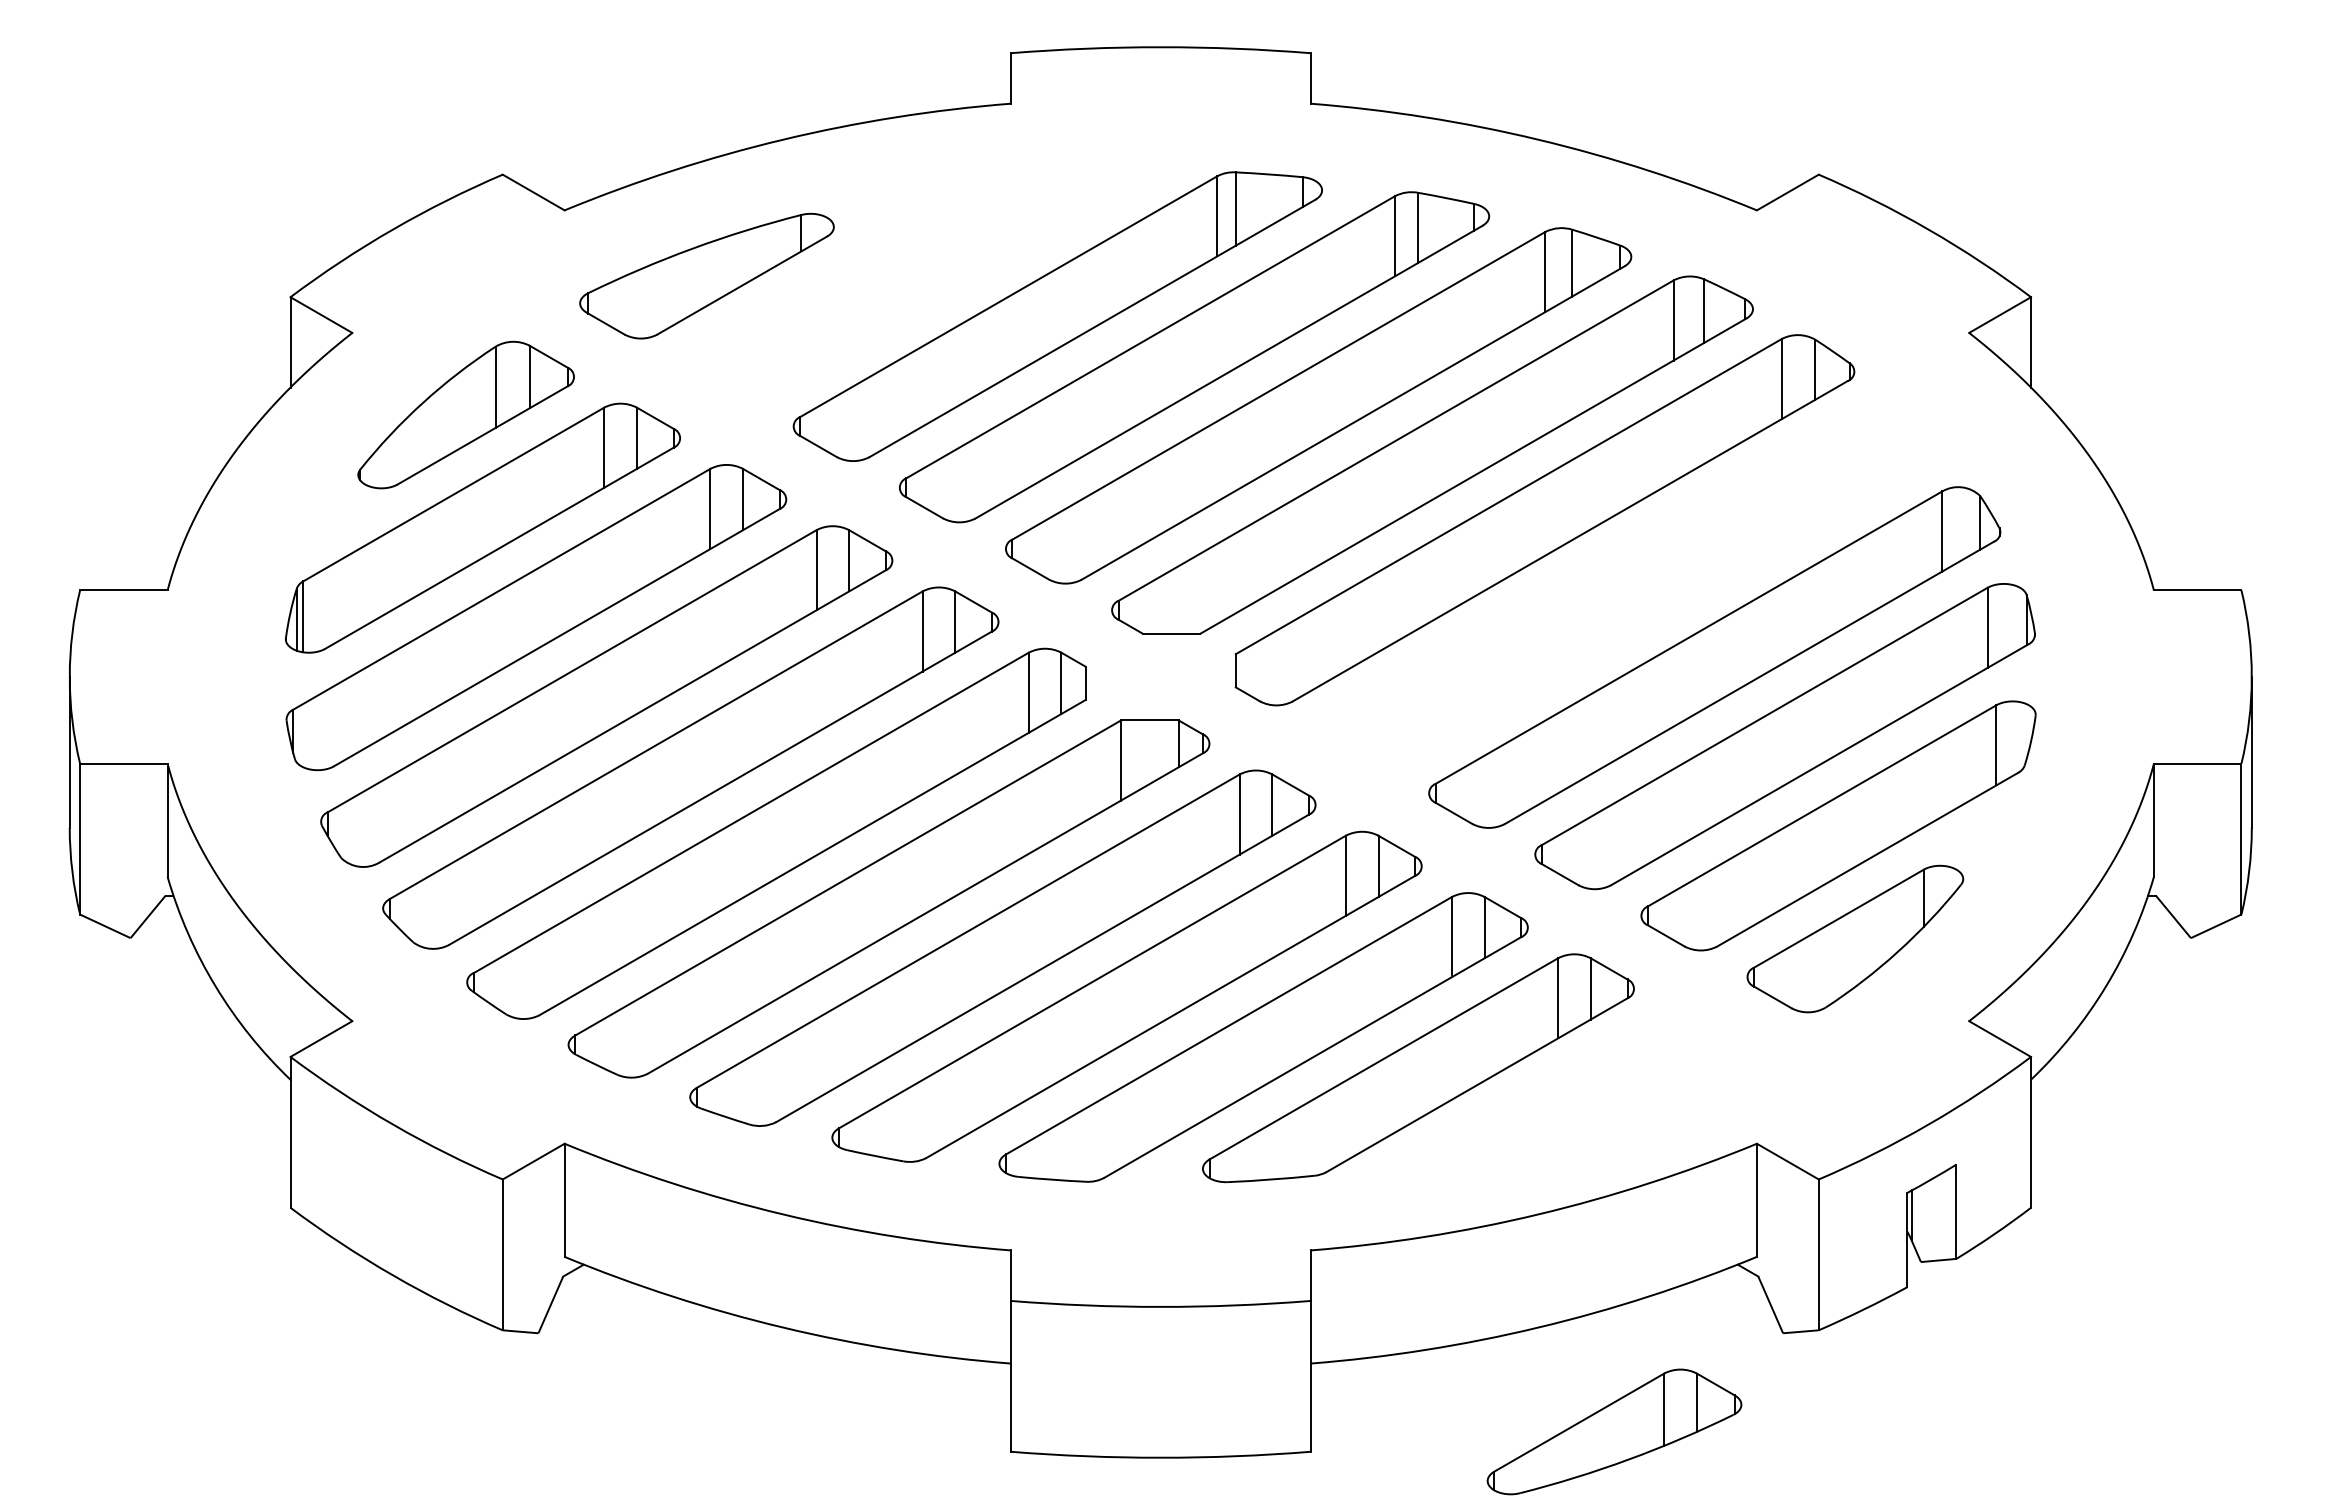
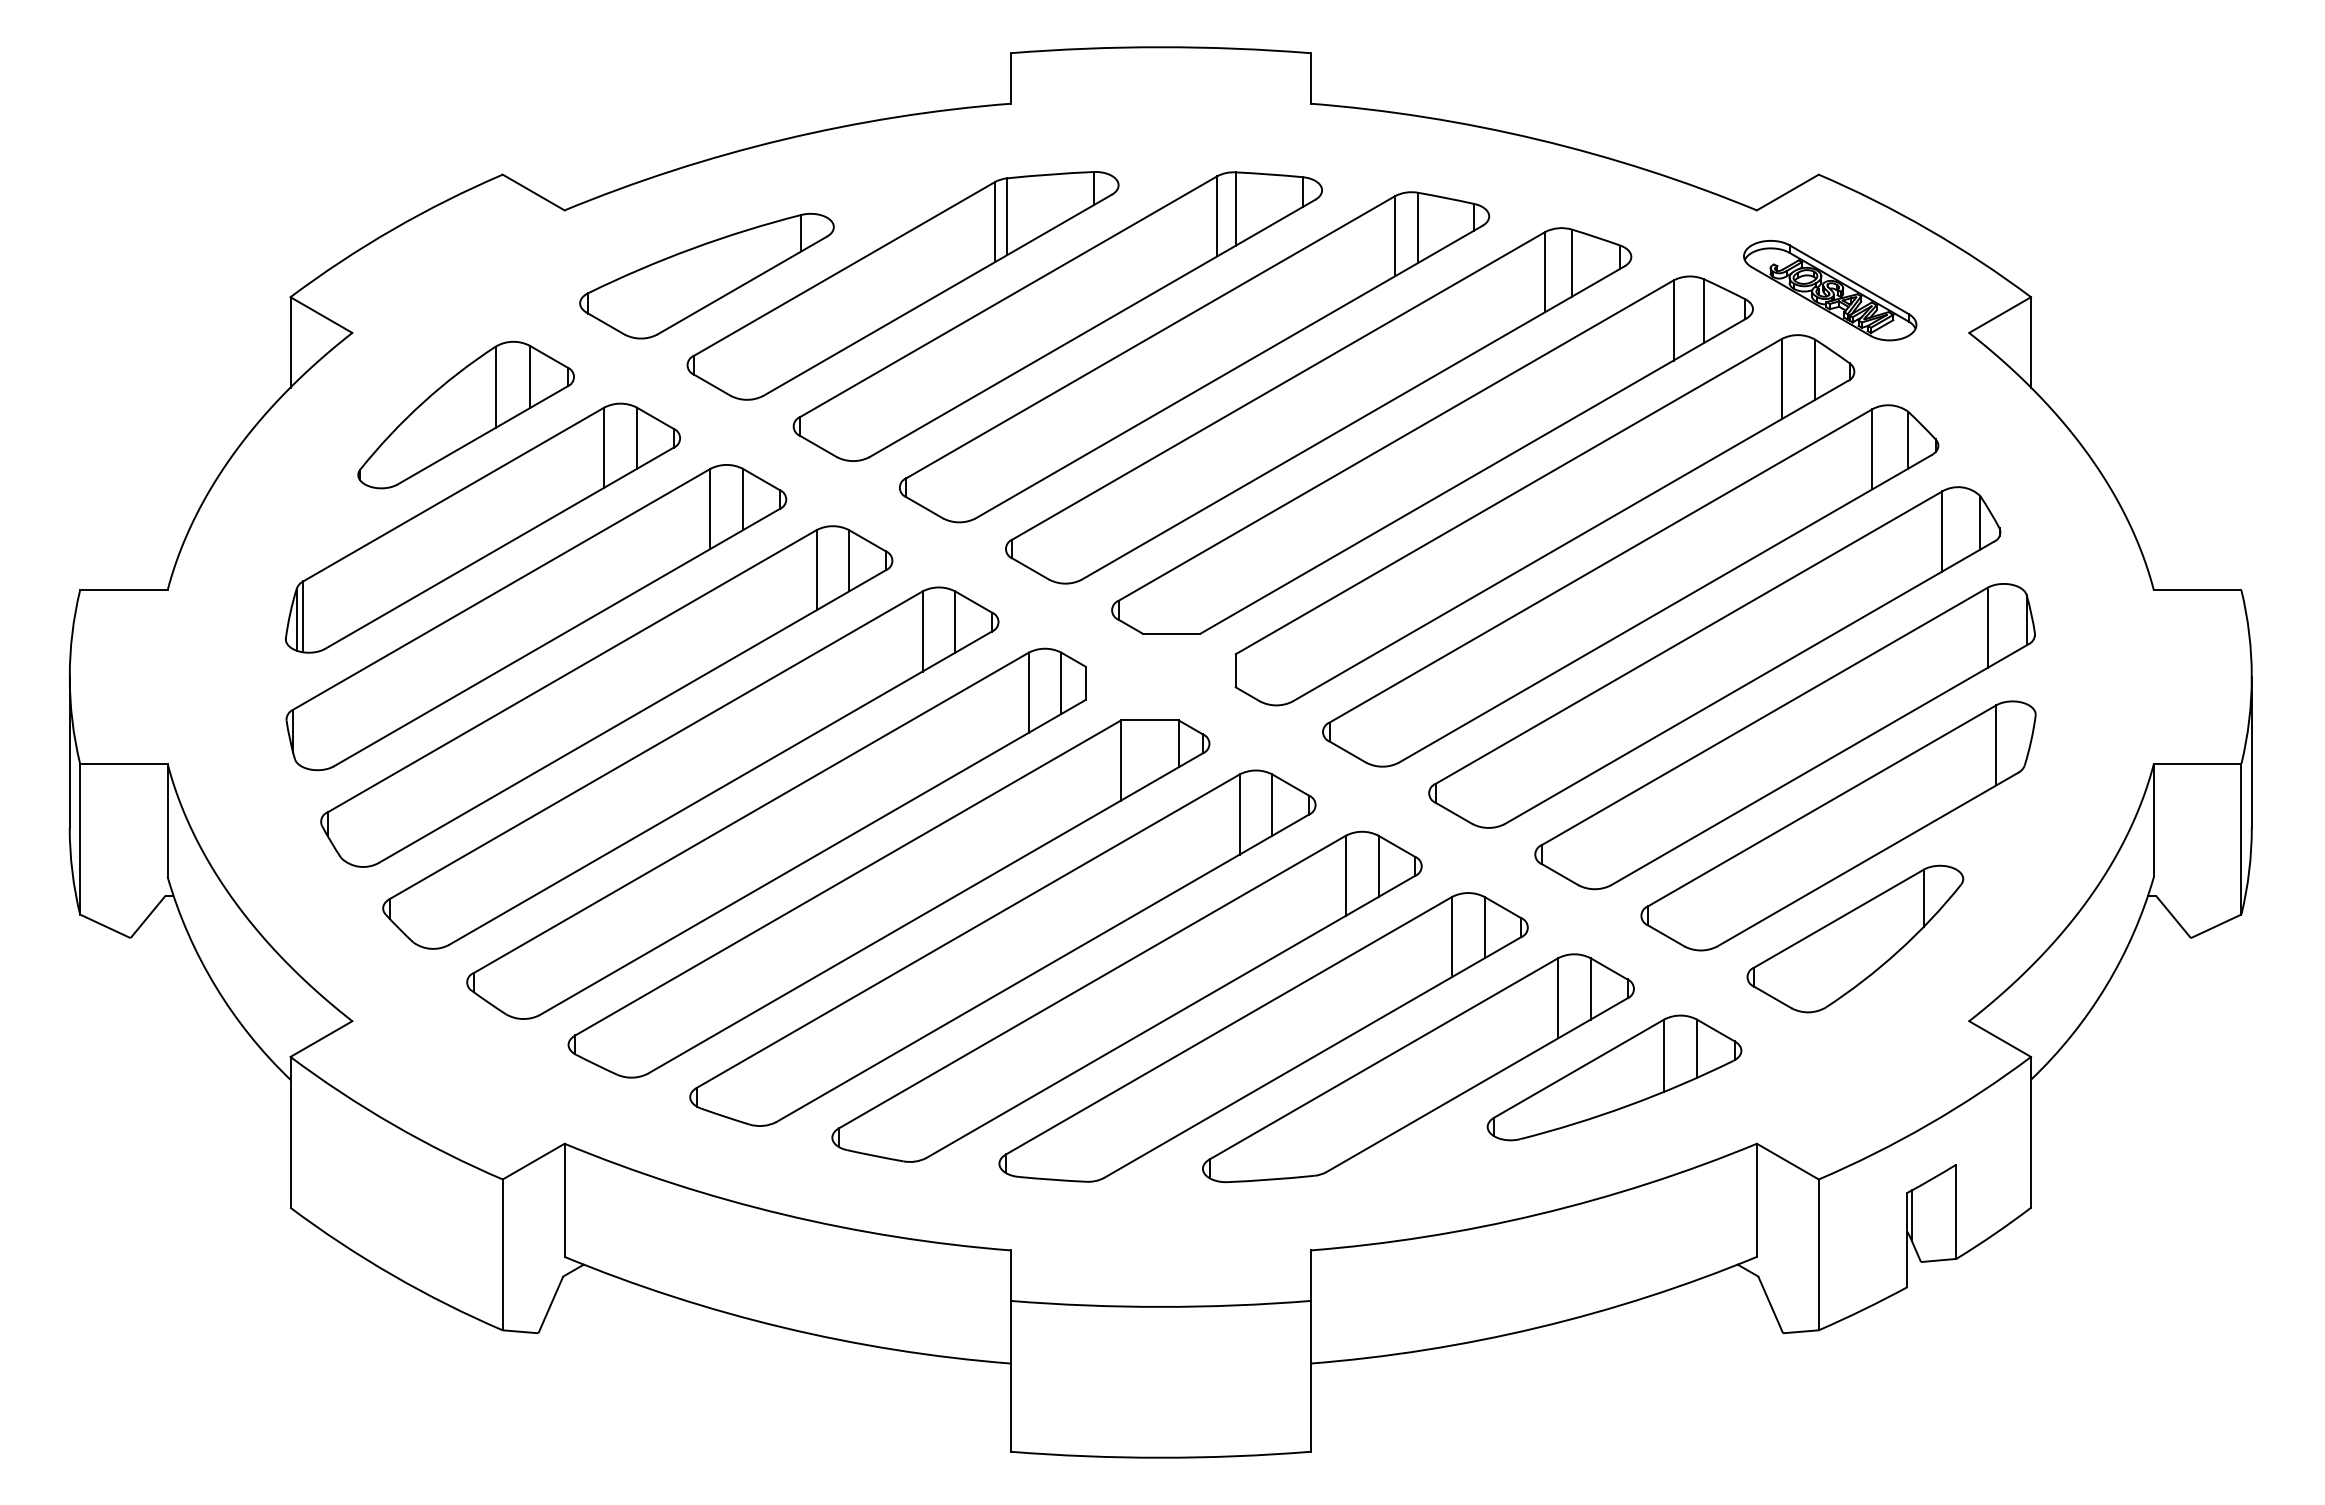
part at (902, 285): none -> present
part at (1830, 290): none -> present
part at (1630, 585): none -> present
part at (1614, 1431) position: (1614, 1431) -> (1614, 1077)
